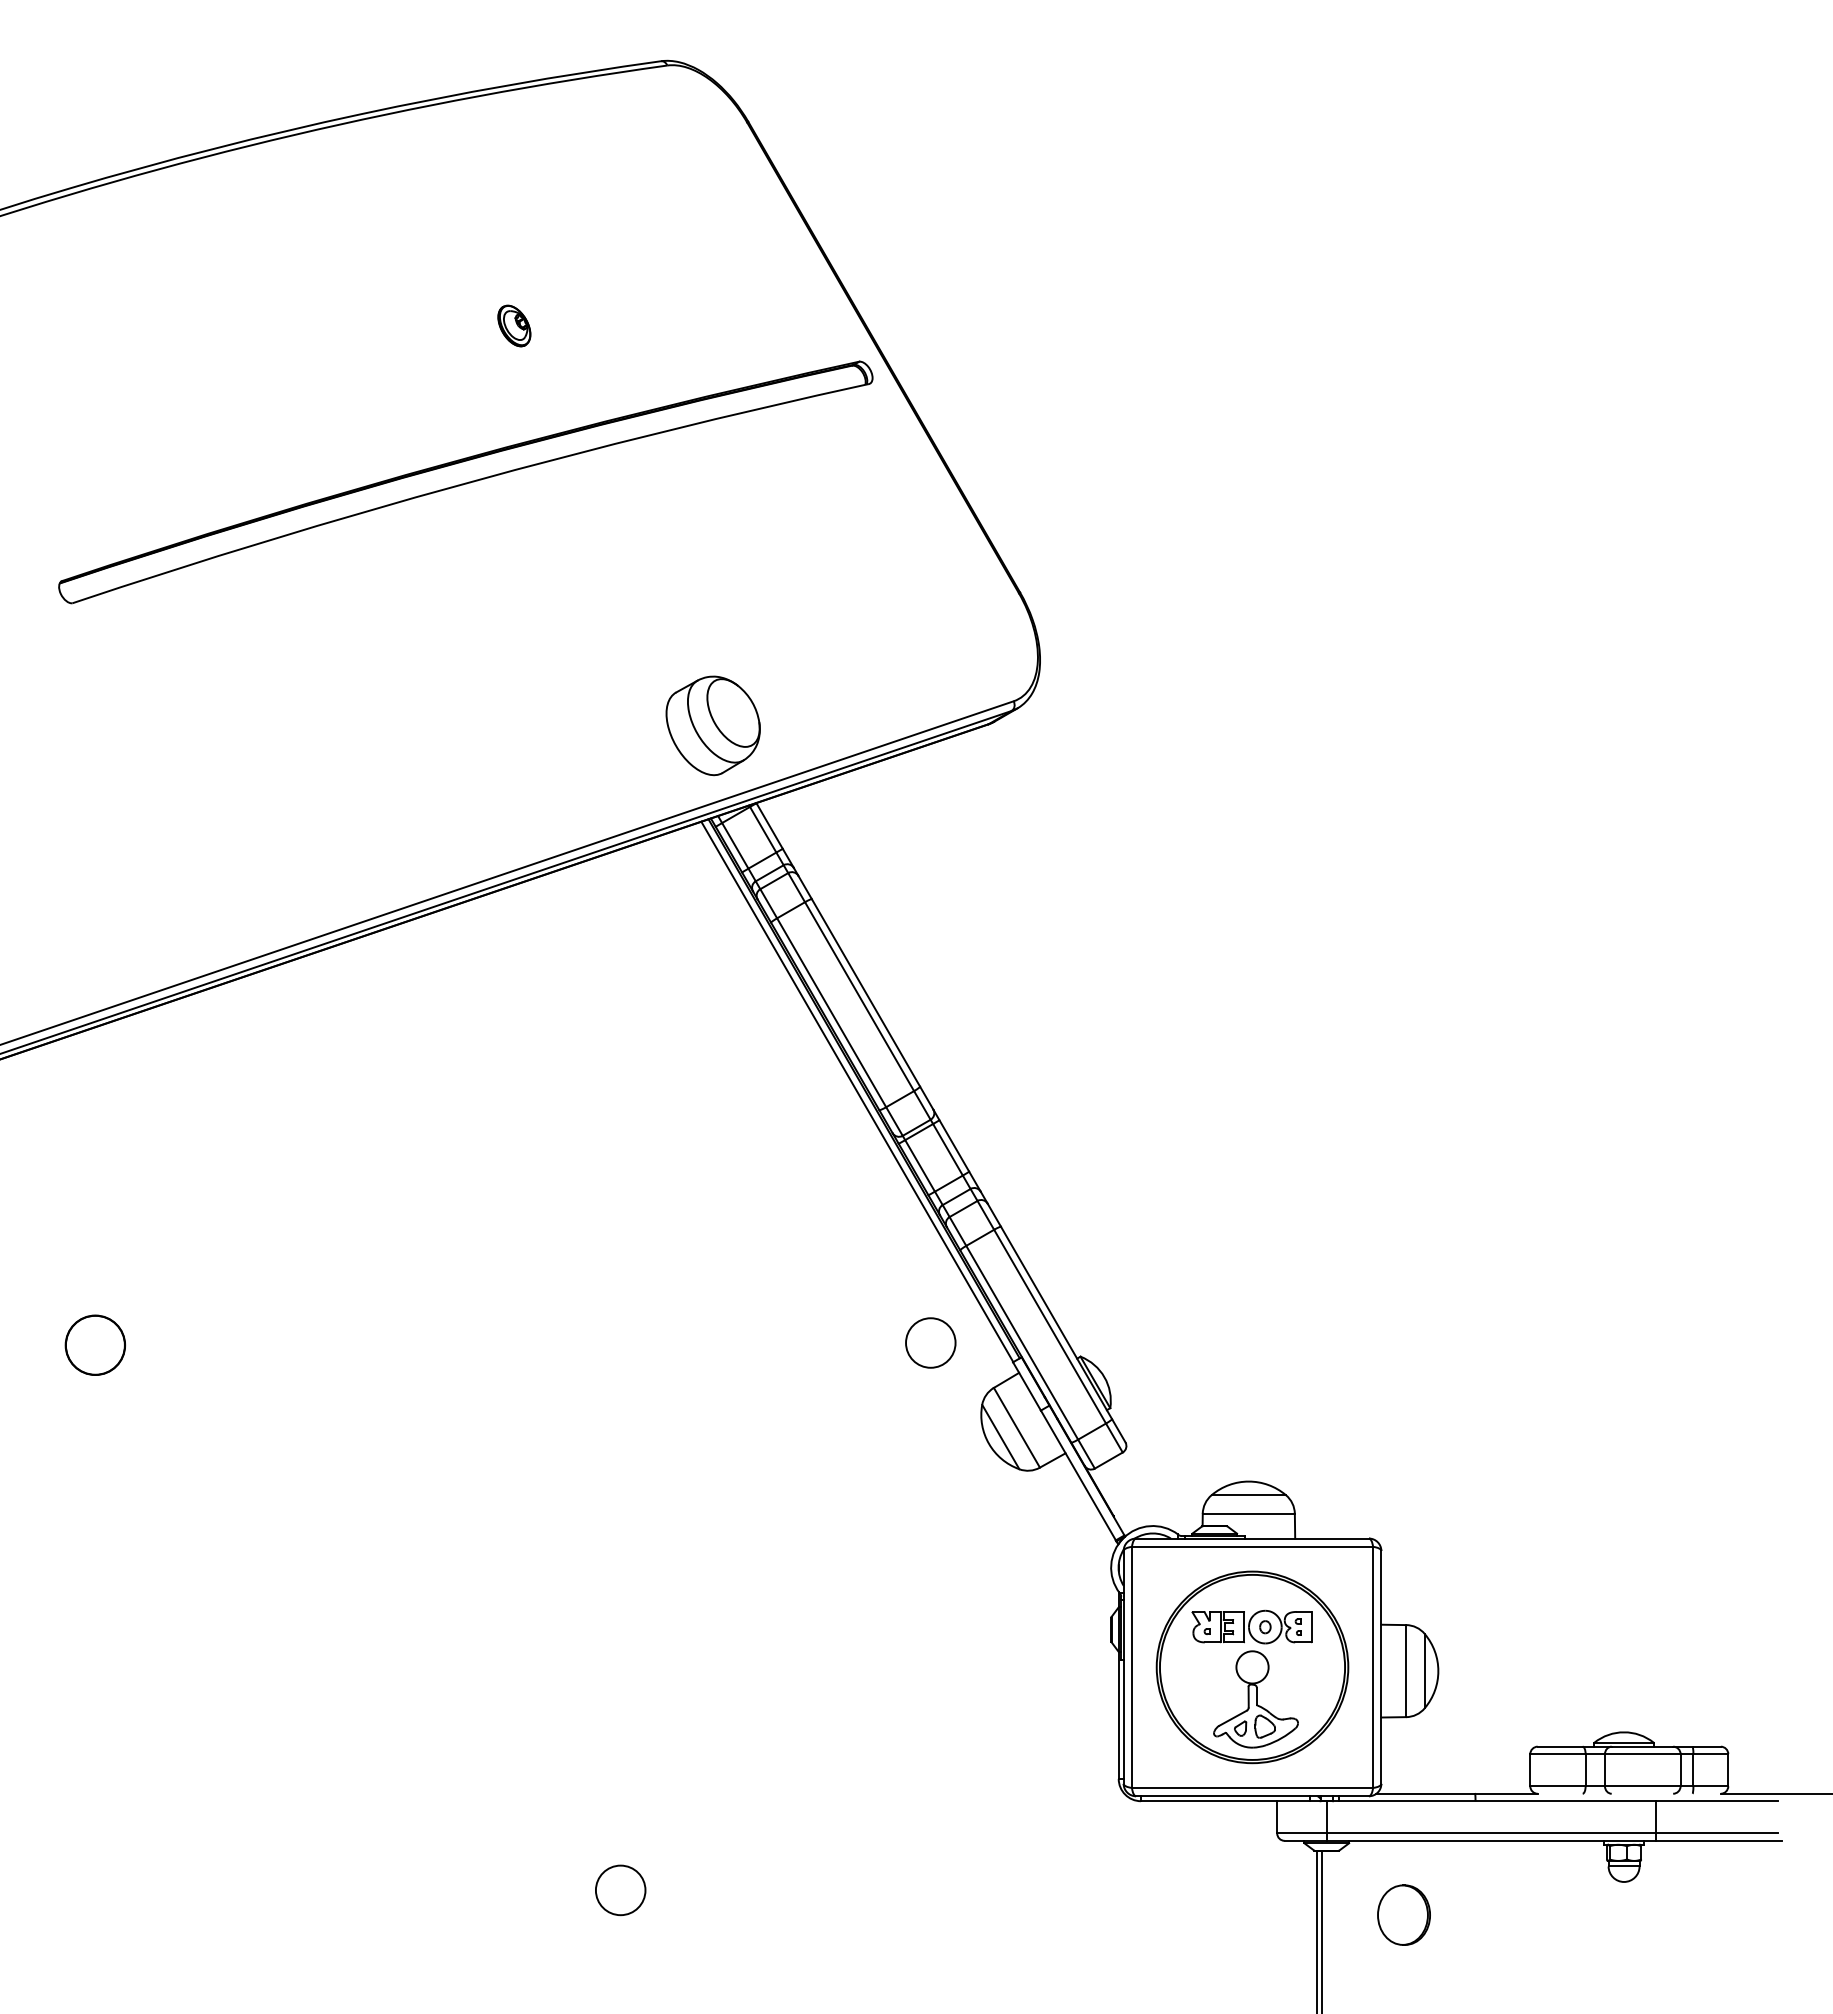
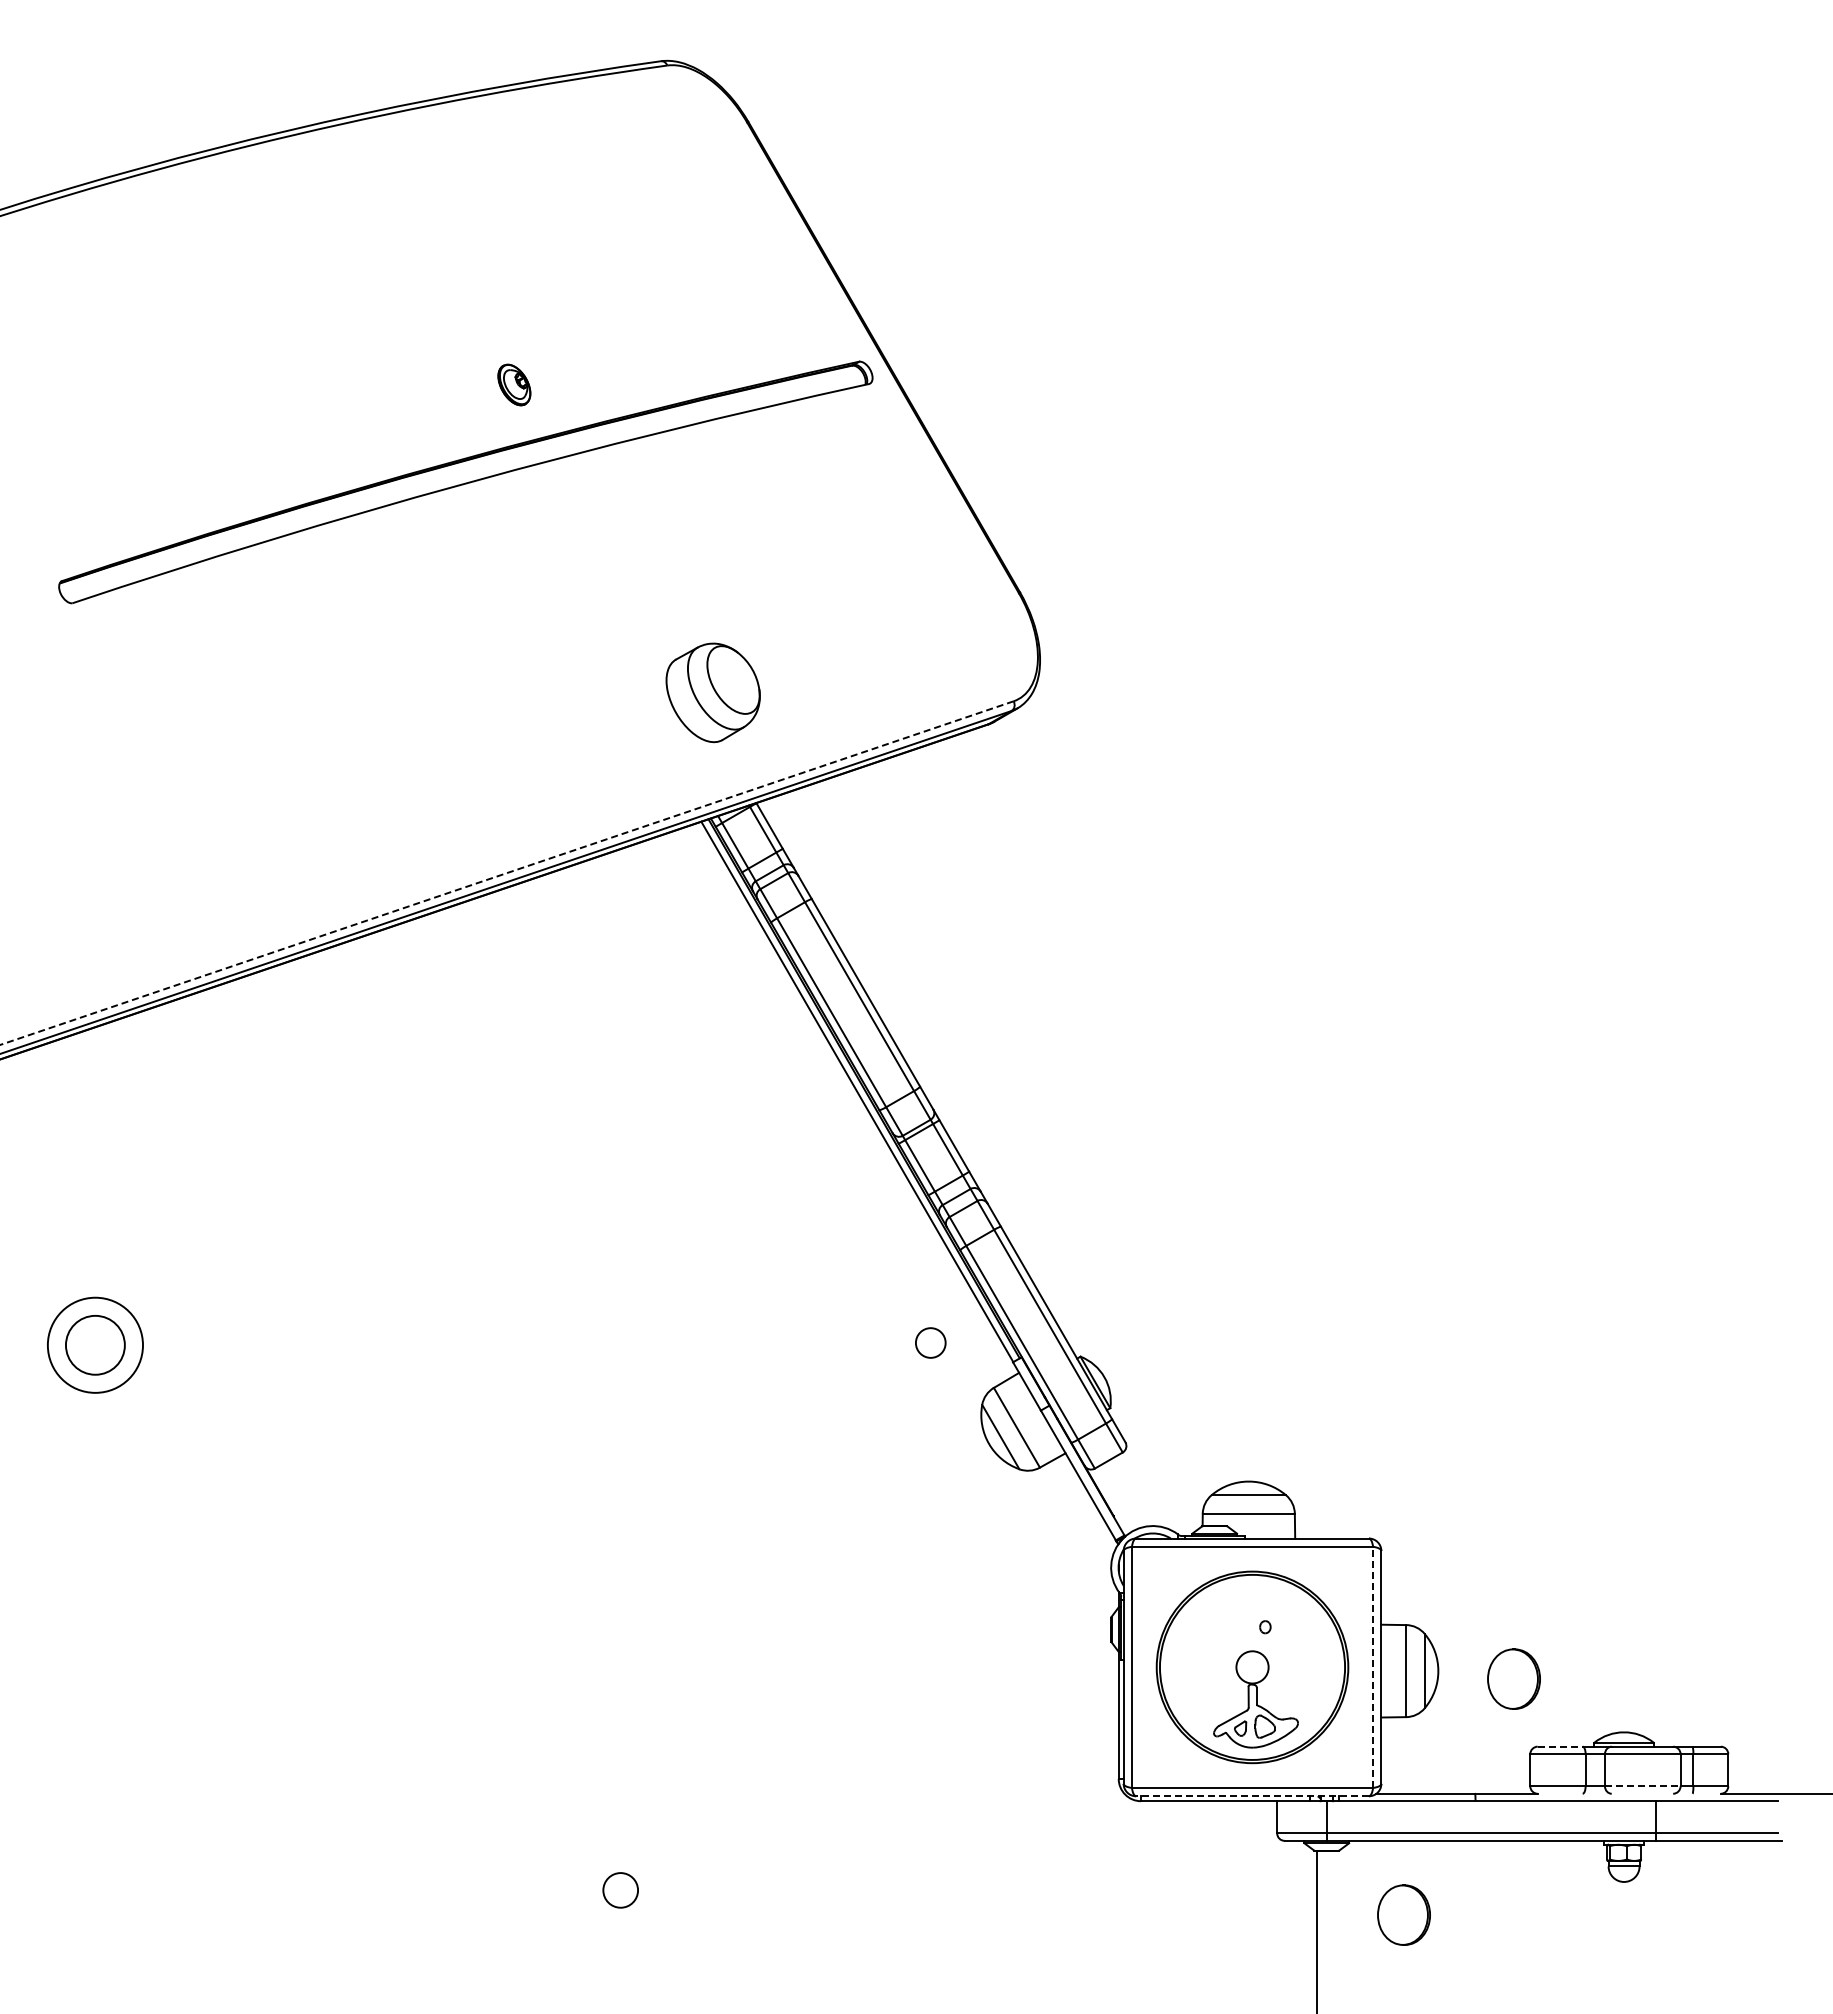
part at (514, 325) position: (514, 325) -> (514, 384)
part at (712, 725) position: (712, 725) -> (712, 692)
line at (507, 873): solid -> dashed
circle at (930, 1342) diameter: 50 px -> 30 px
circle at (95, 1345) diameter: 59 px -> 95 px
part at (1251, 1626): present -> none
line at (1373, 1667): solid -> dashed
part at (1513, 1678): none -> present
line at (1560, 1746): solid -> dashed
line at (1642, 1786): solid -> dashed
line at (1252, 1796): solid -> dashed
circle at (620, 1890) diameter: 50 px -> 35 px
line at (1321, 1930): present -> none
